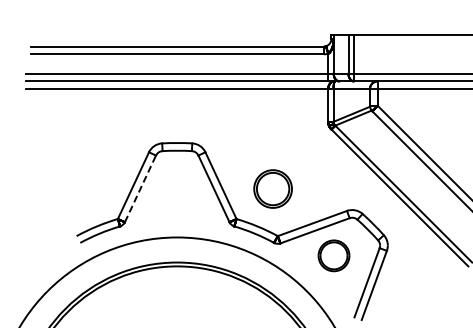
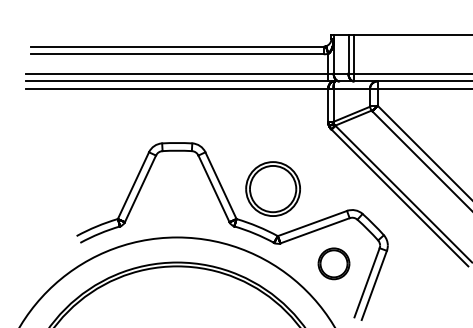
line at (140, 188): dashed -> solid
part at (272, 188) size: 40x40 px -> 56x56 px
part at (333, 255) position: (333, 255) -> (333, 263)
